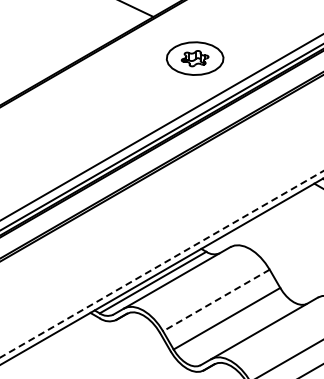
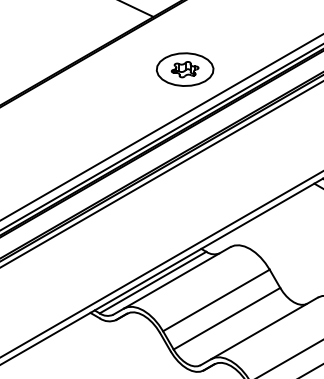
part at (194, 58) position: (194, 58) -> (184, 69)
line at (161, 174): none -> present
line at (162, 263): dashed -> solid
line at (216, 300): dashed -> solid
